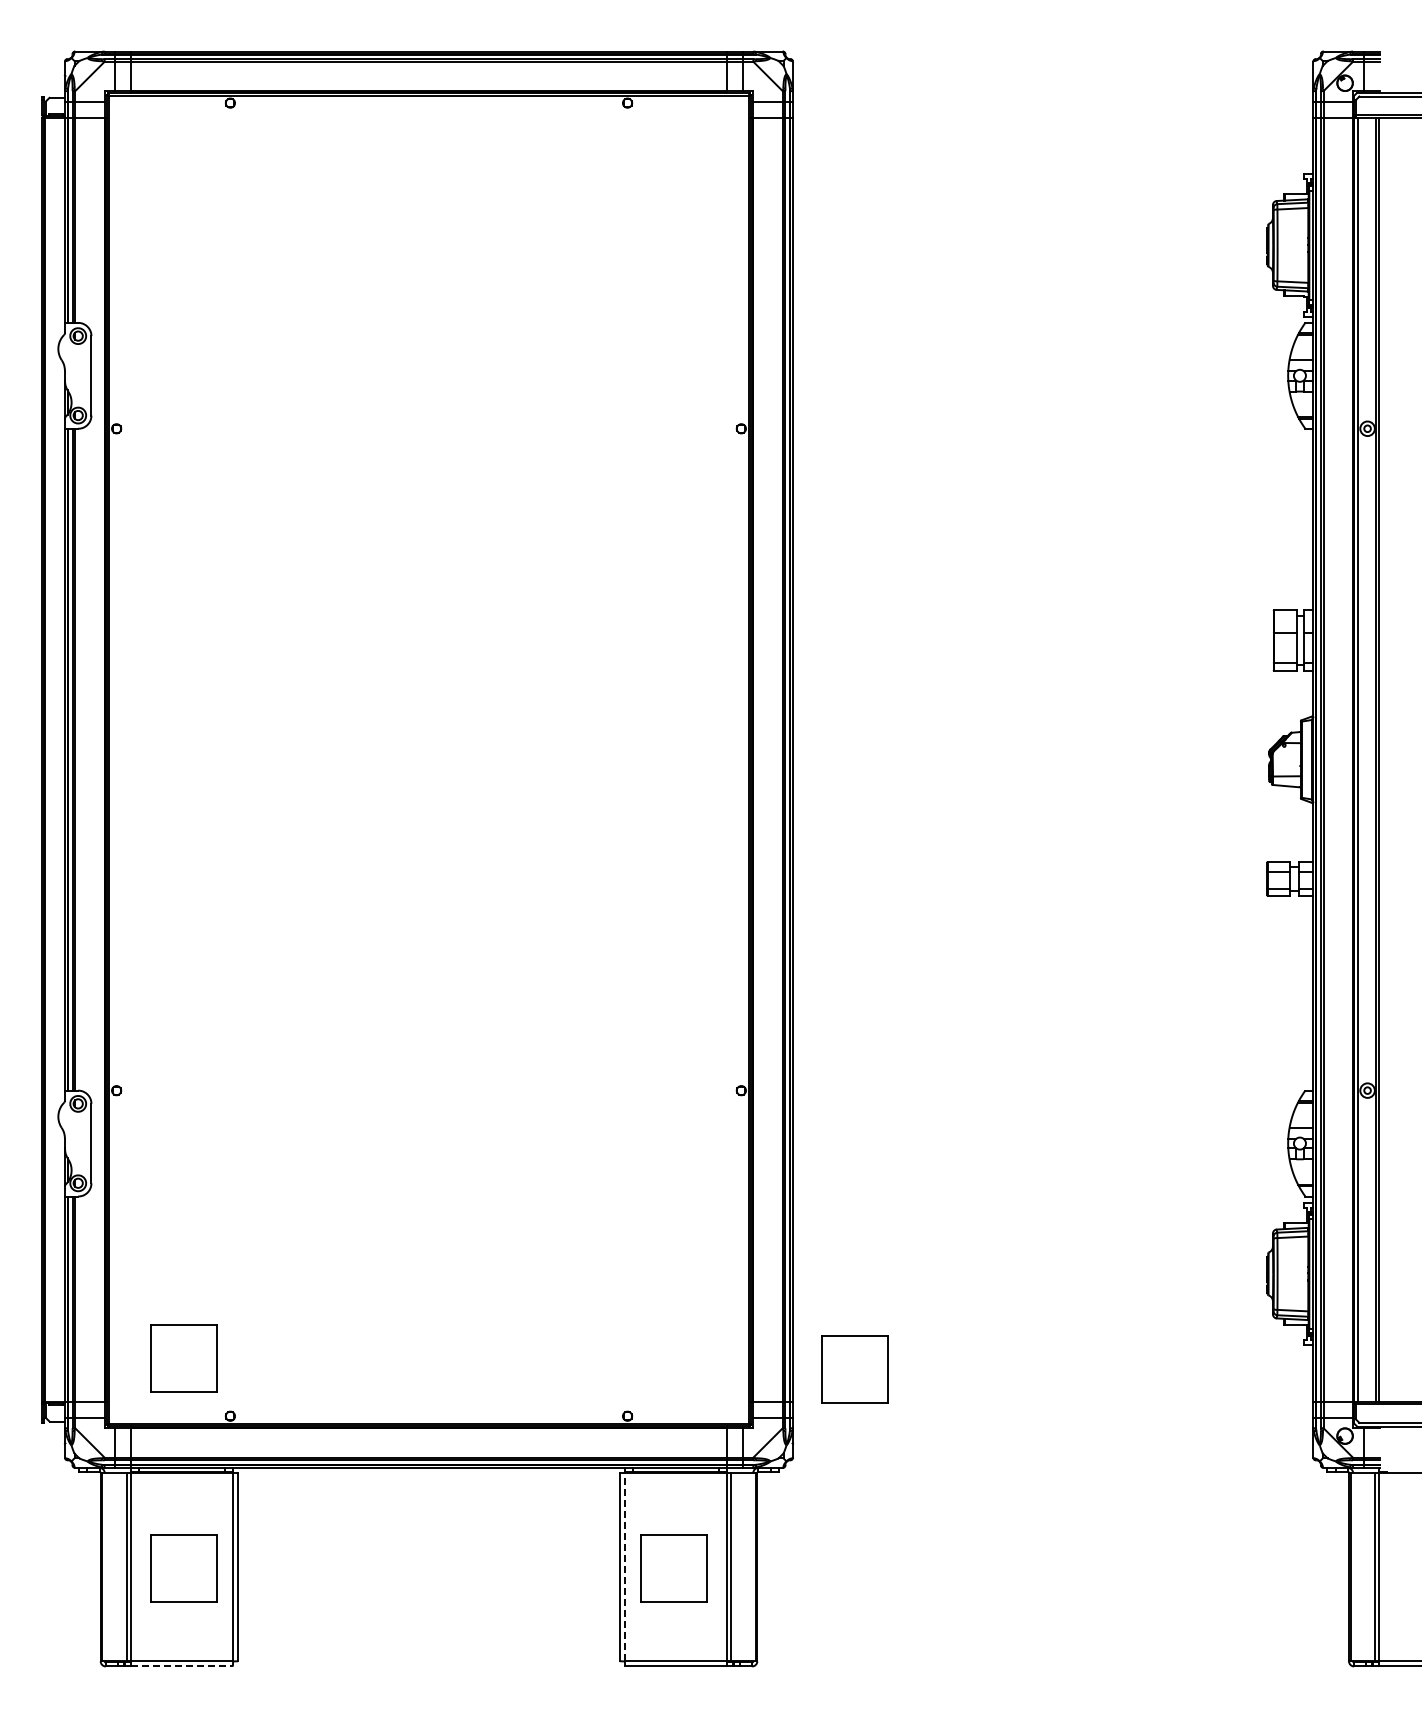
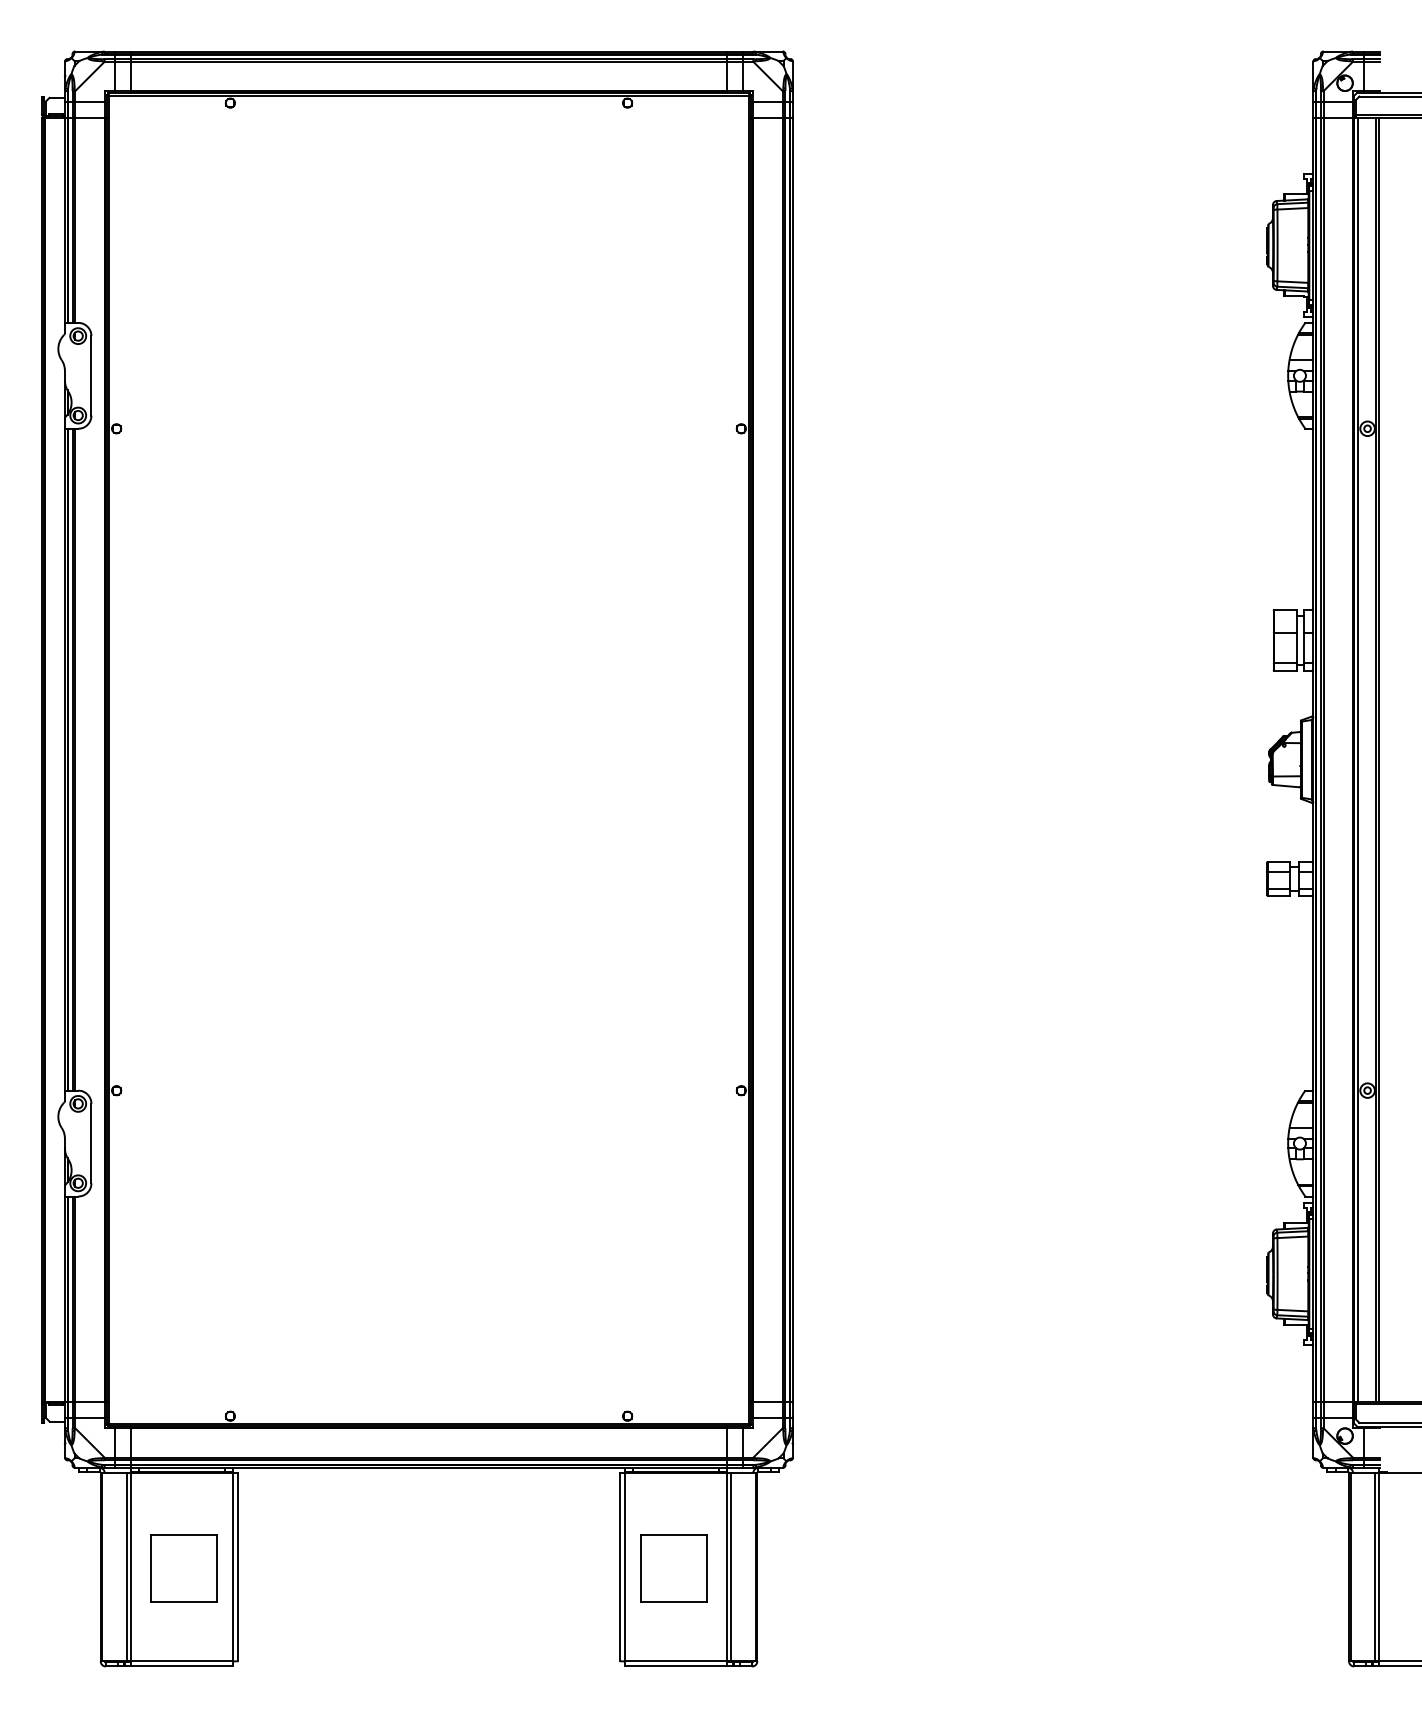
part at (183, 1358): present -> none
part at (854, 1369): present -> none
line at (624, 1566): dashed -> solid
line at (182, 1666): dashed -> solid
